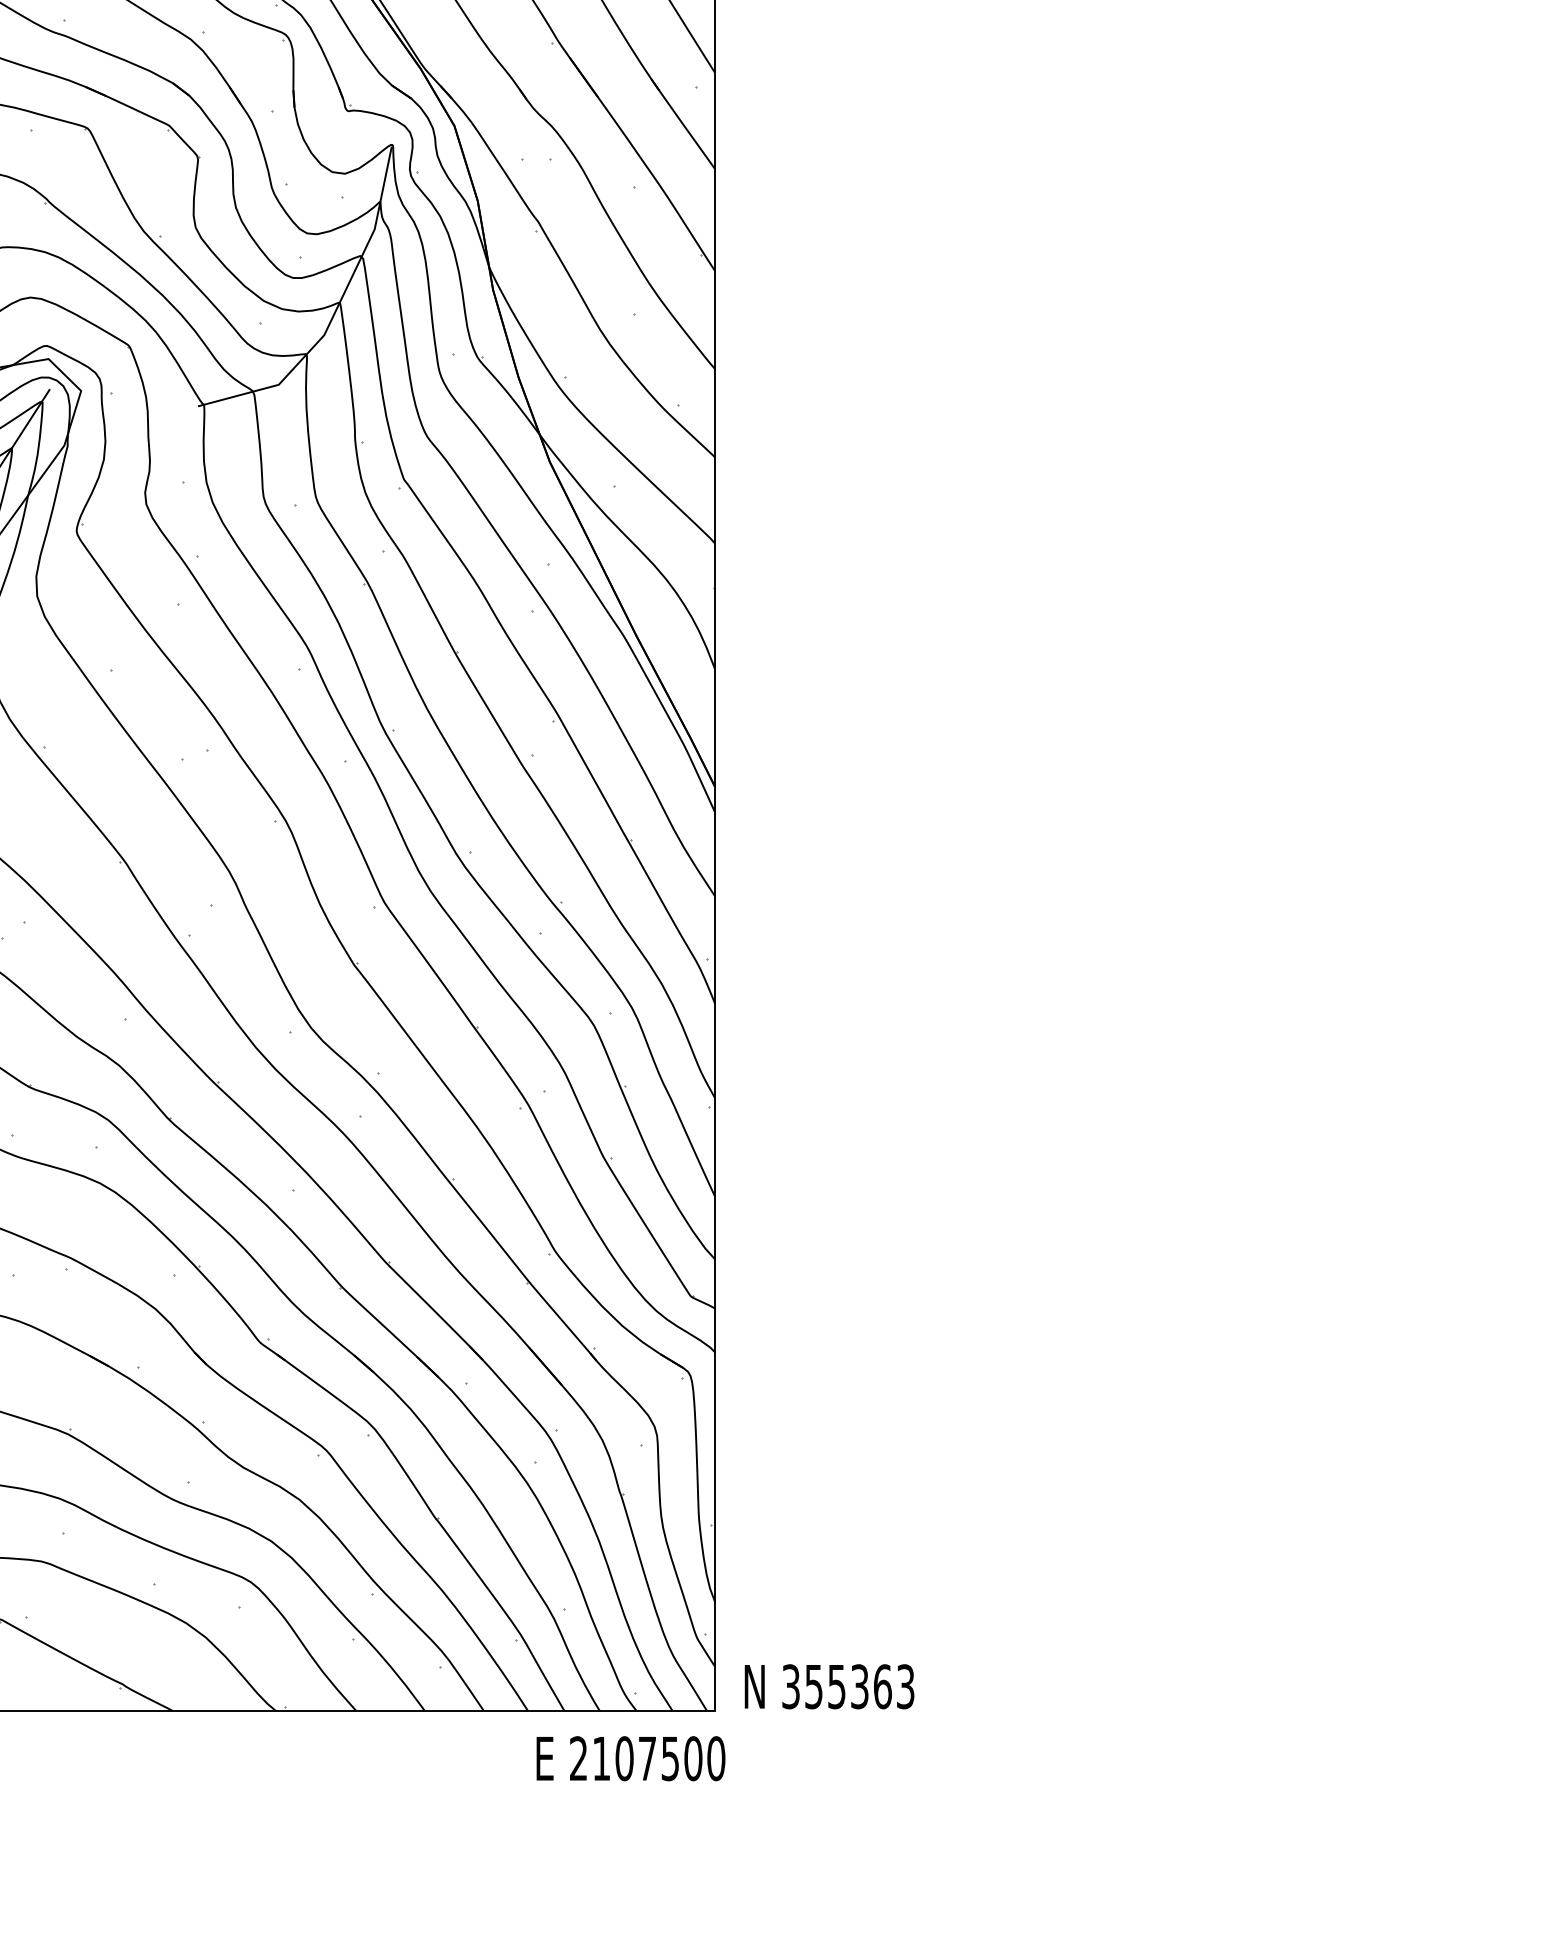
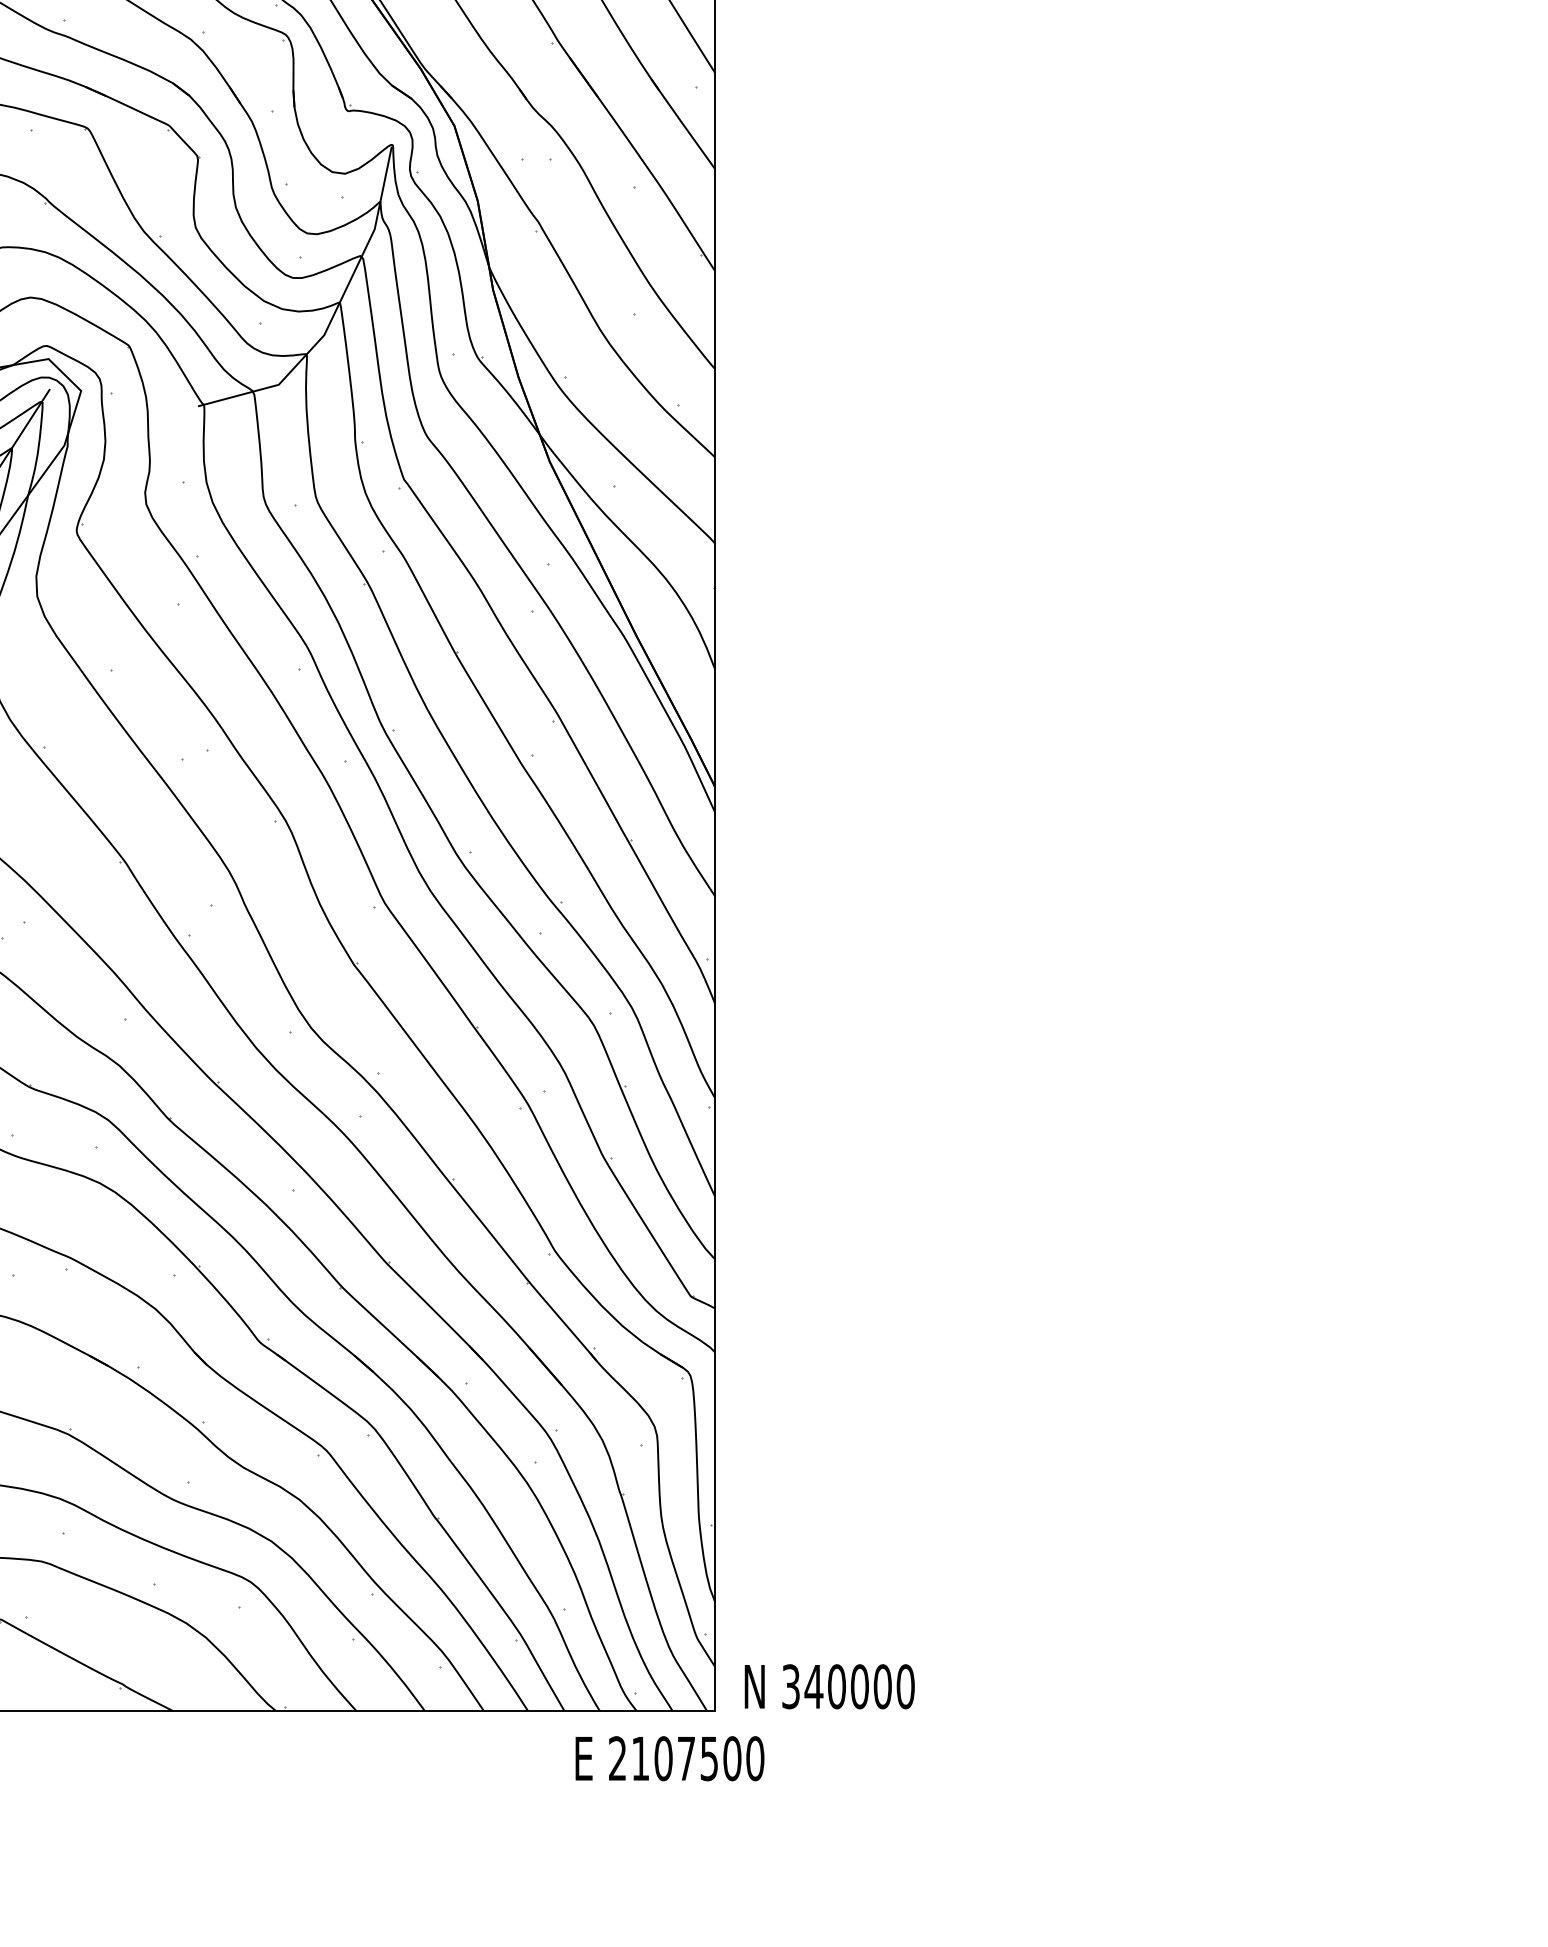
text at (859, 1686): 355363 -> 340000
text at (630, 1758) position: (630, 1758) -> (669, 1758)
